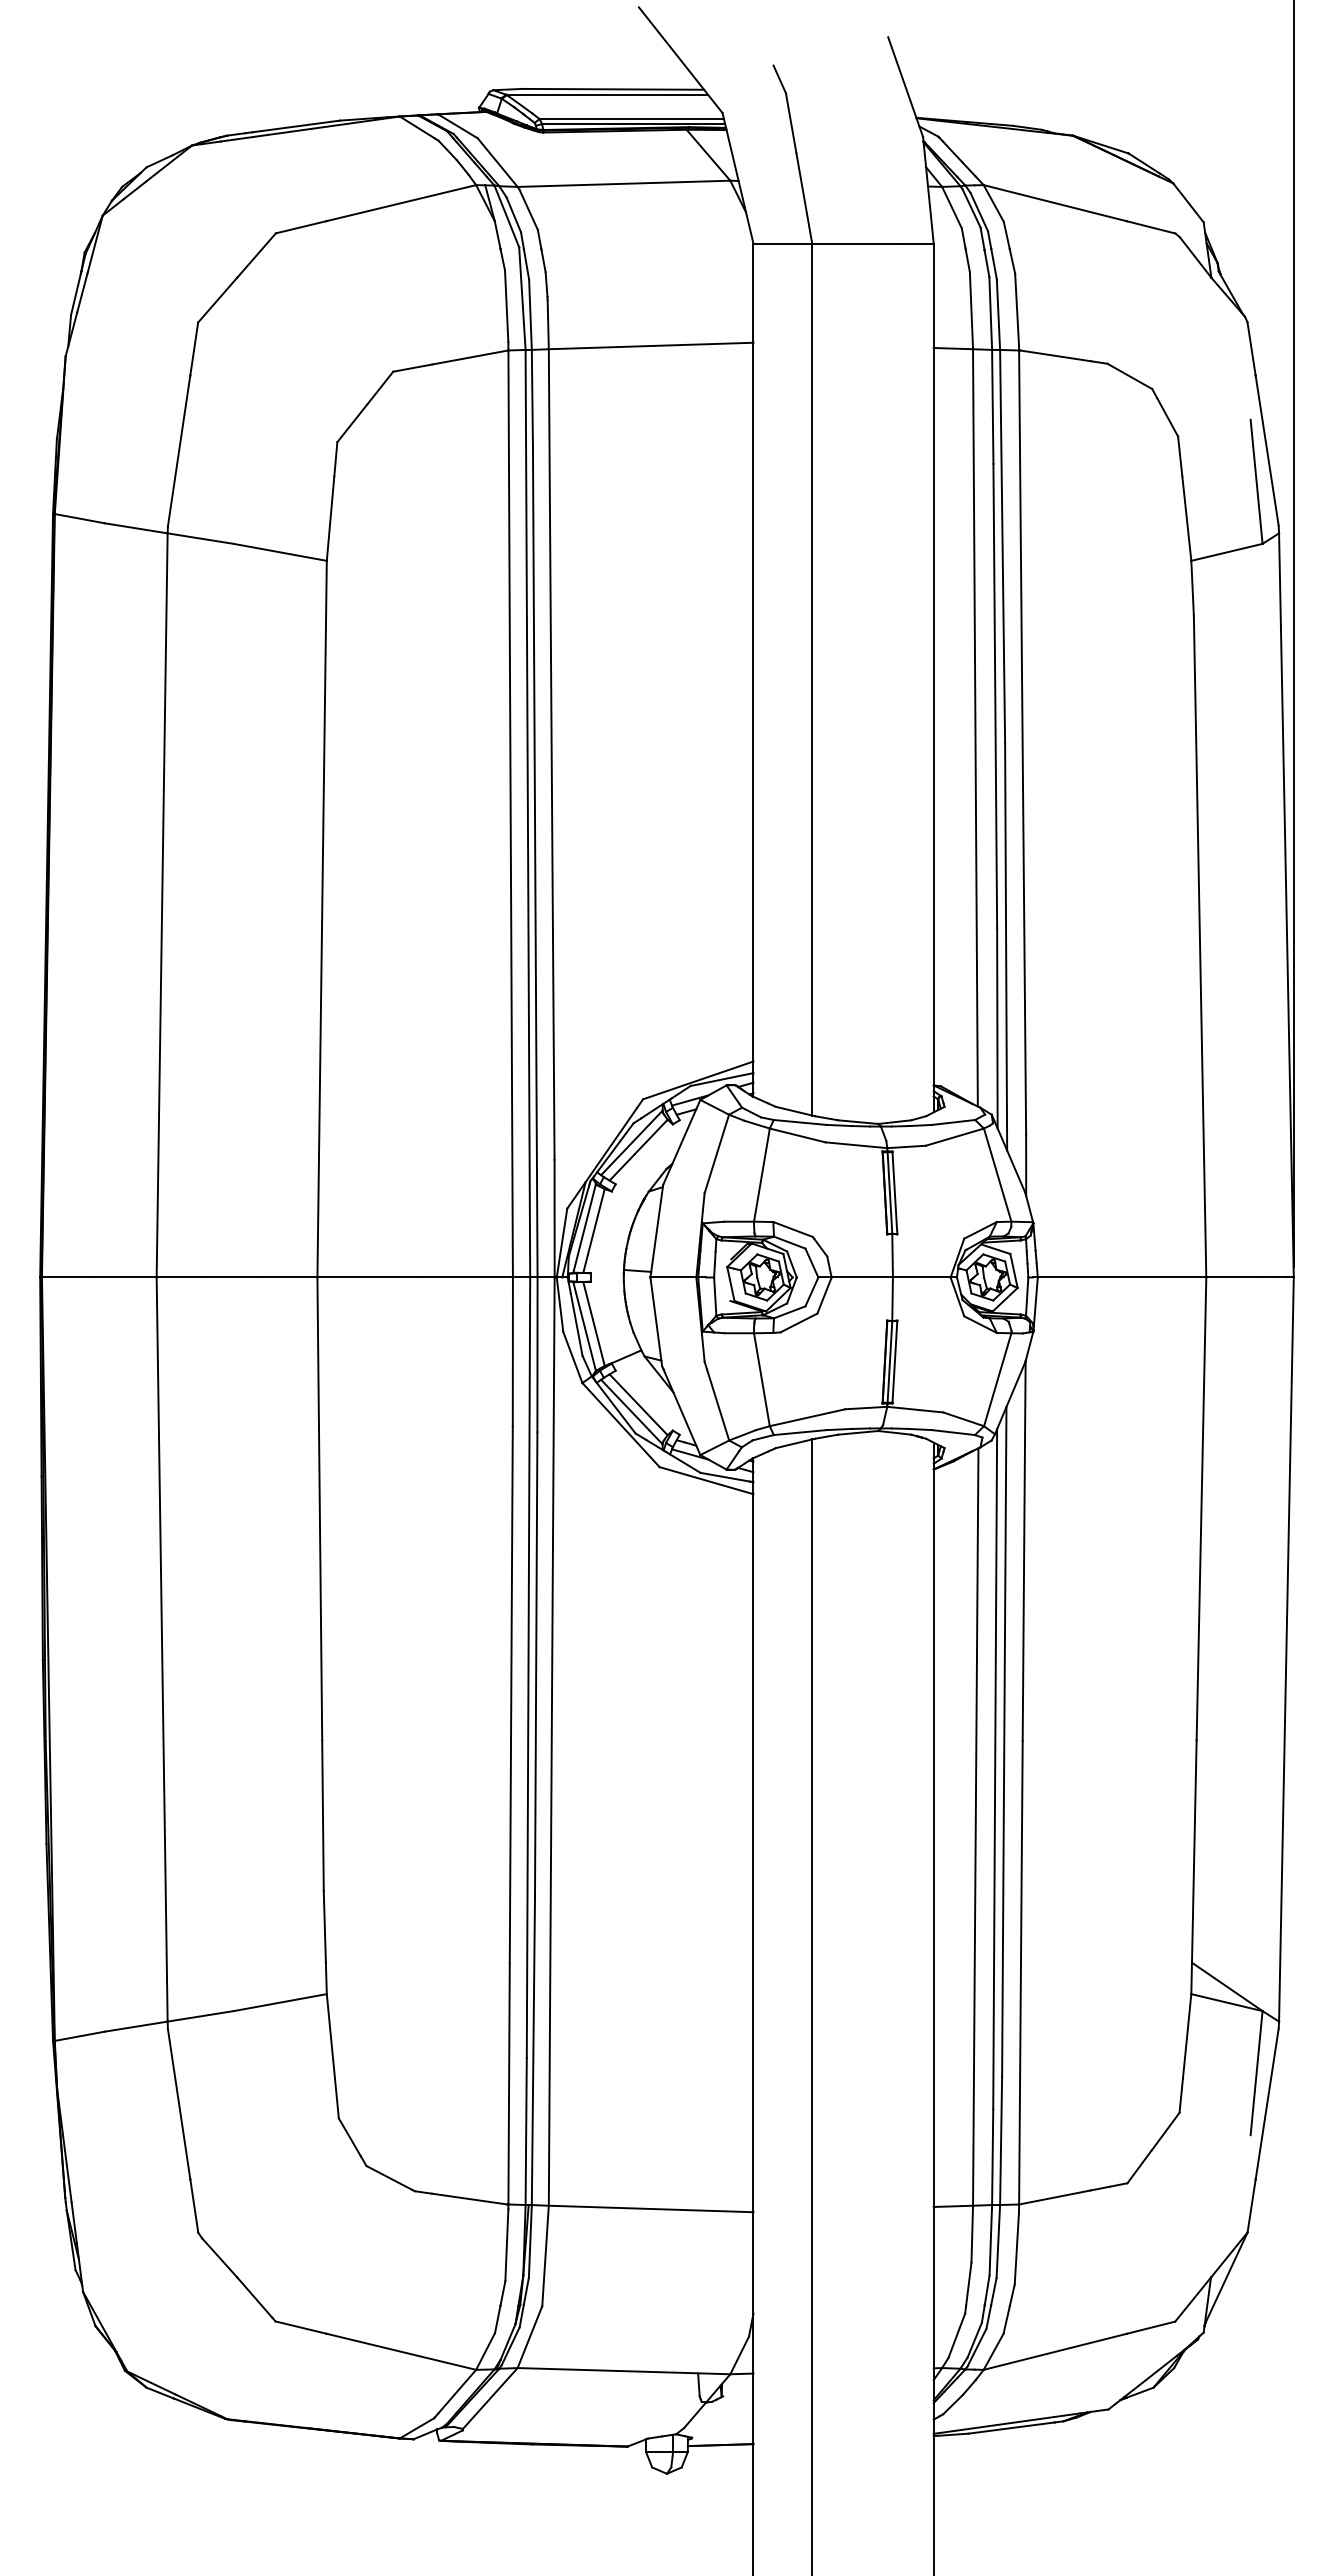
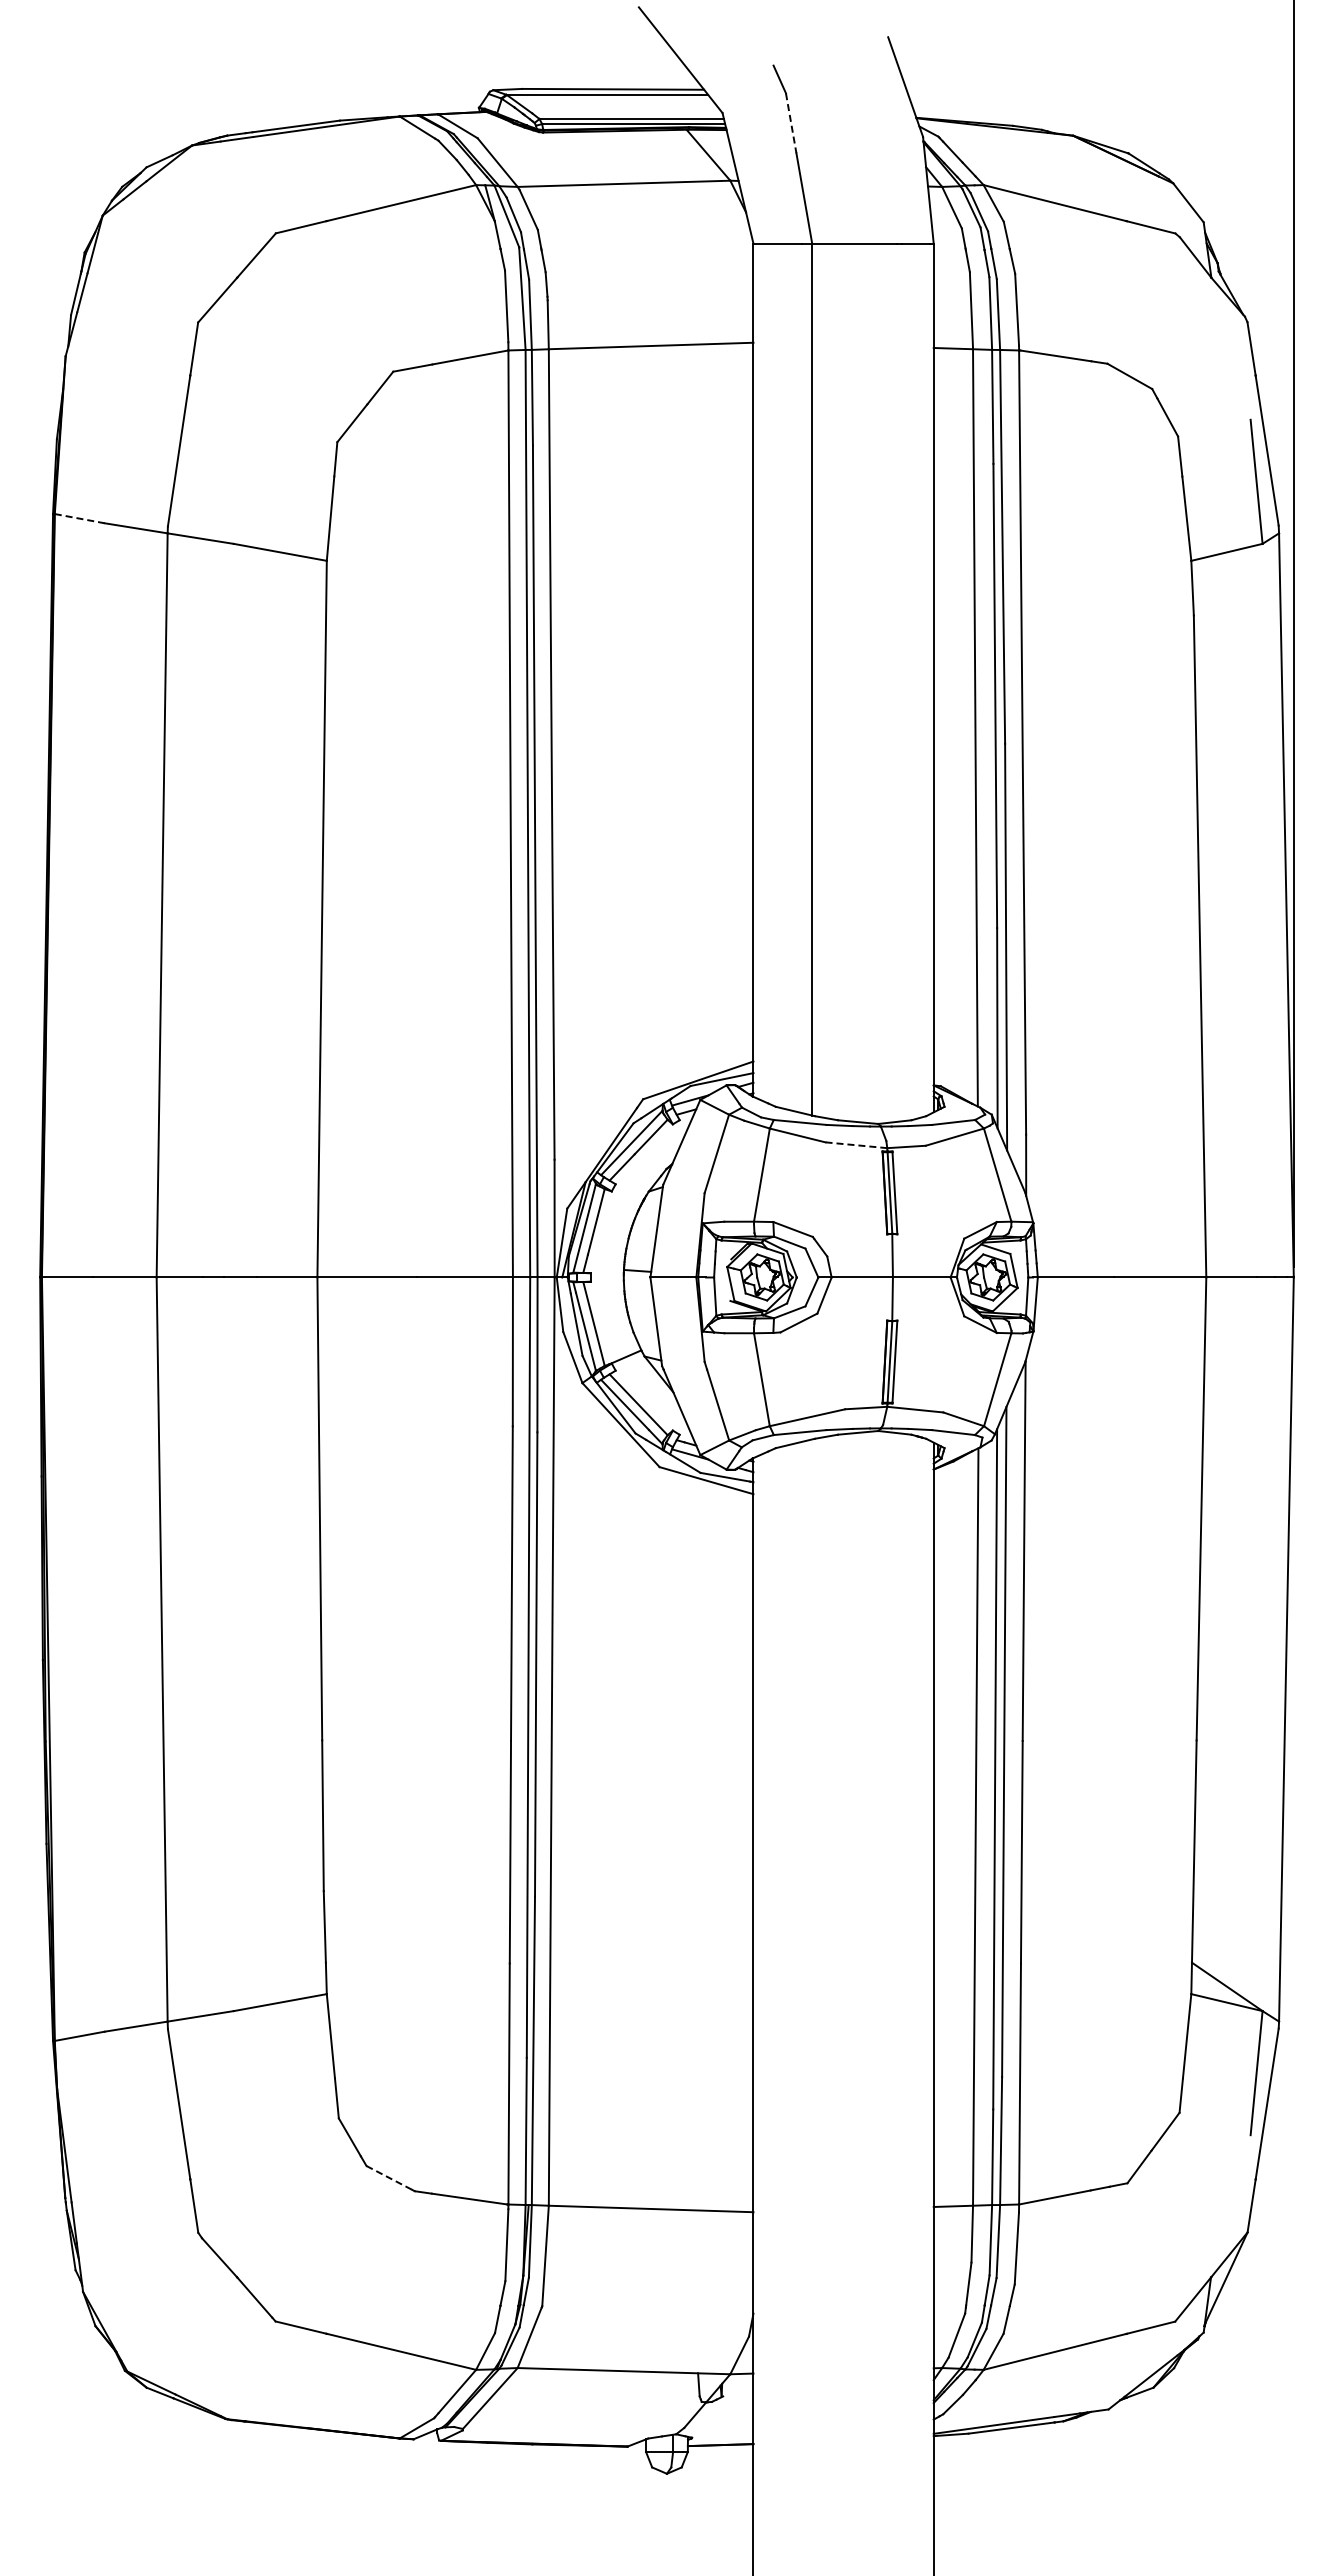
line at (791, 123): solid -> dashed
line at (80, 518): solid -> dashed
line at (855, 1145): solid -> dashed
line at (812, 2005): present -> none
line at (389, 2177): solid -> dashed
